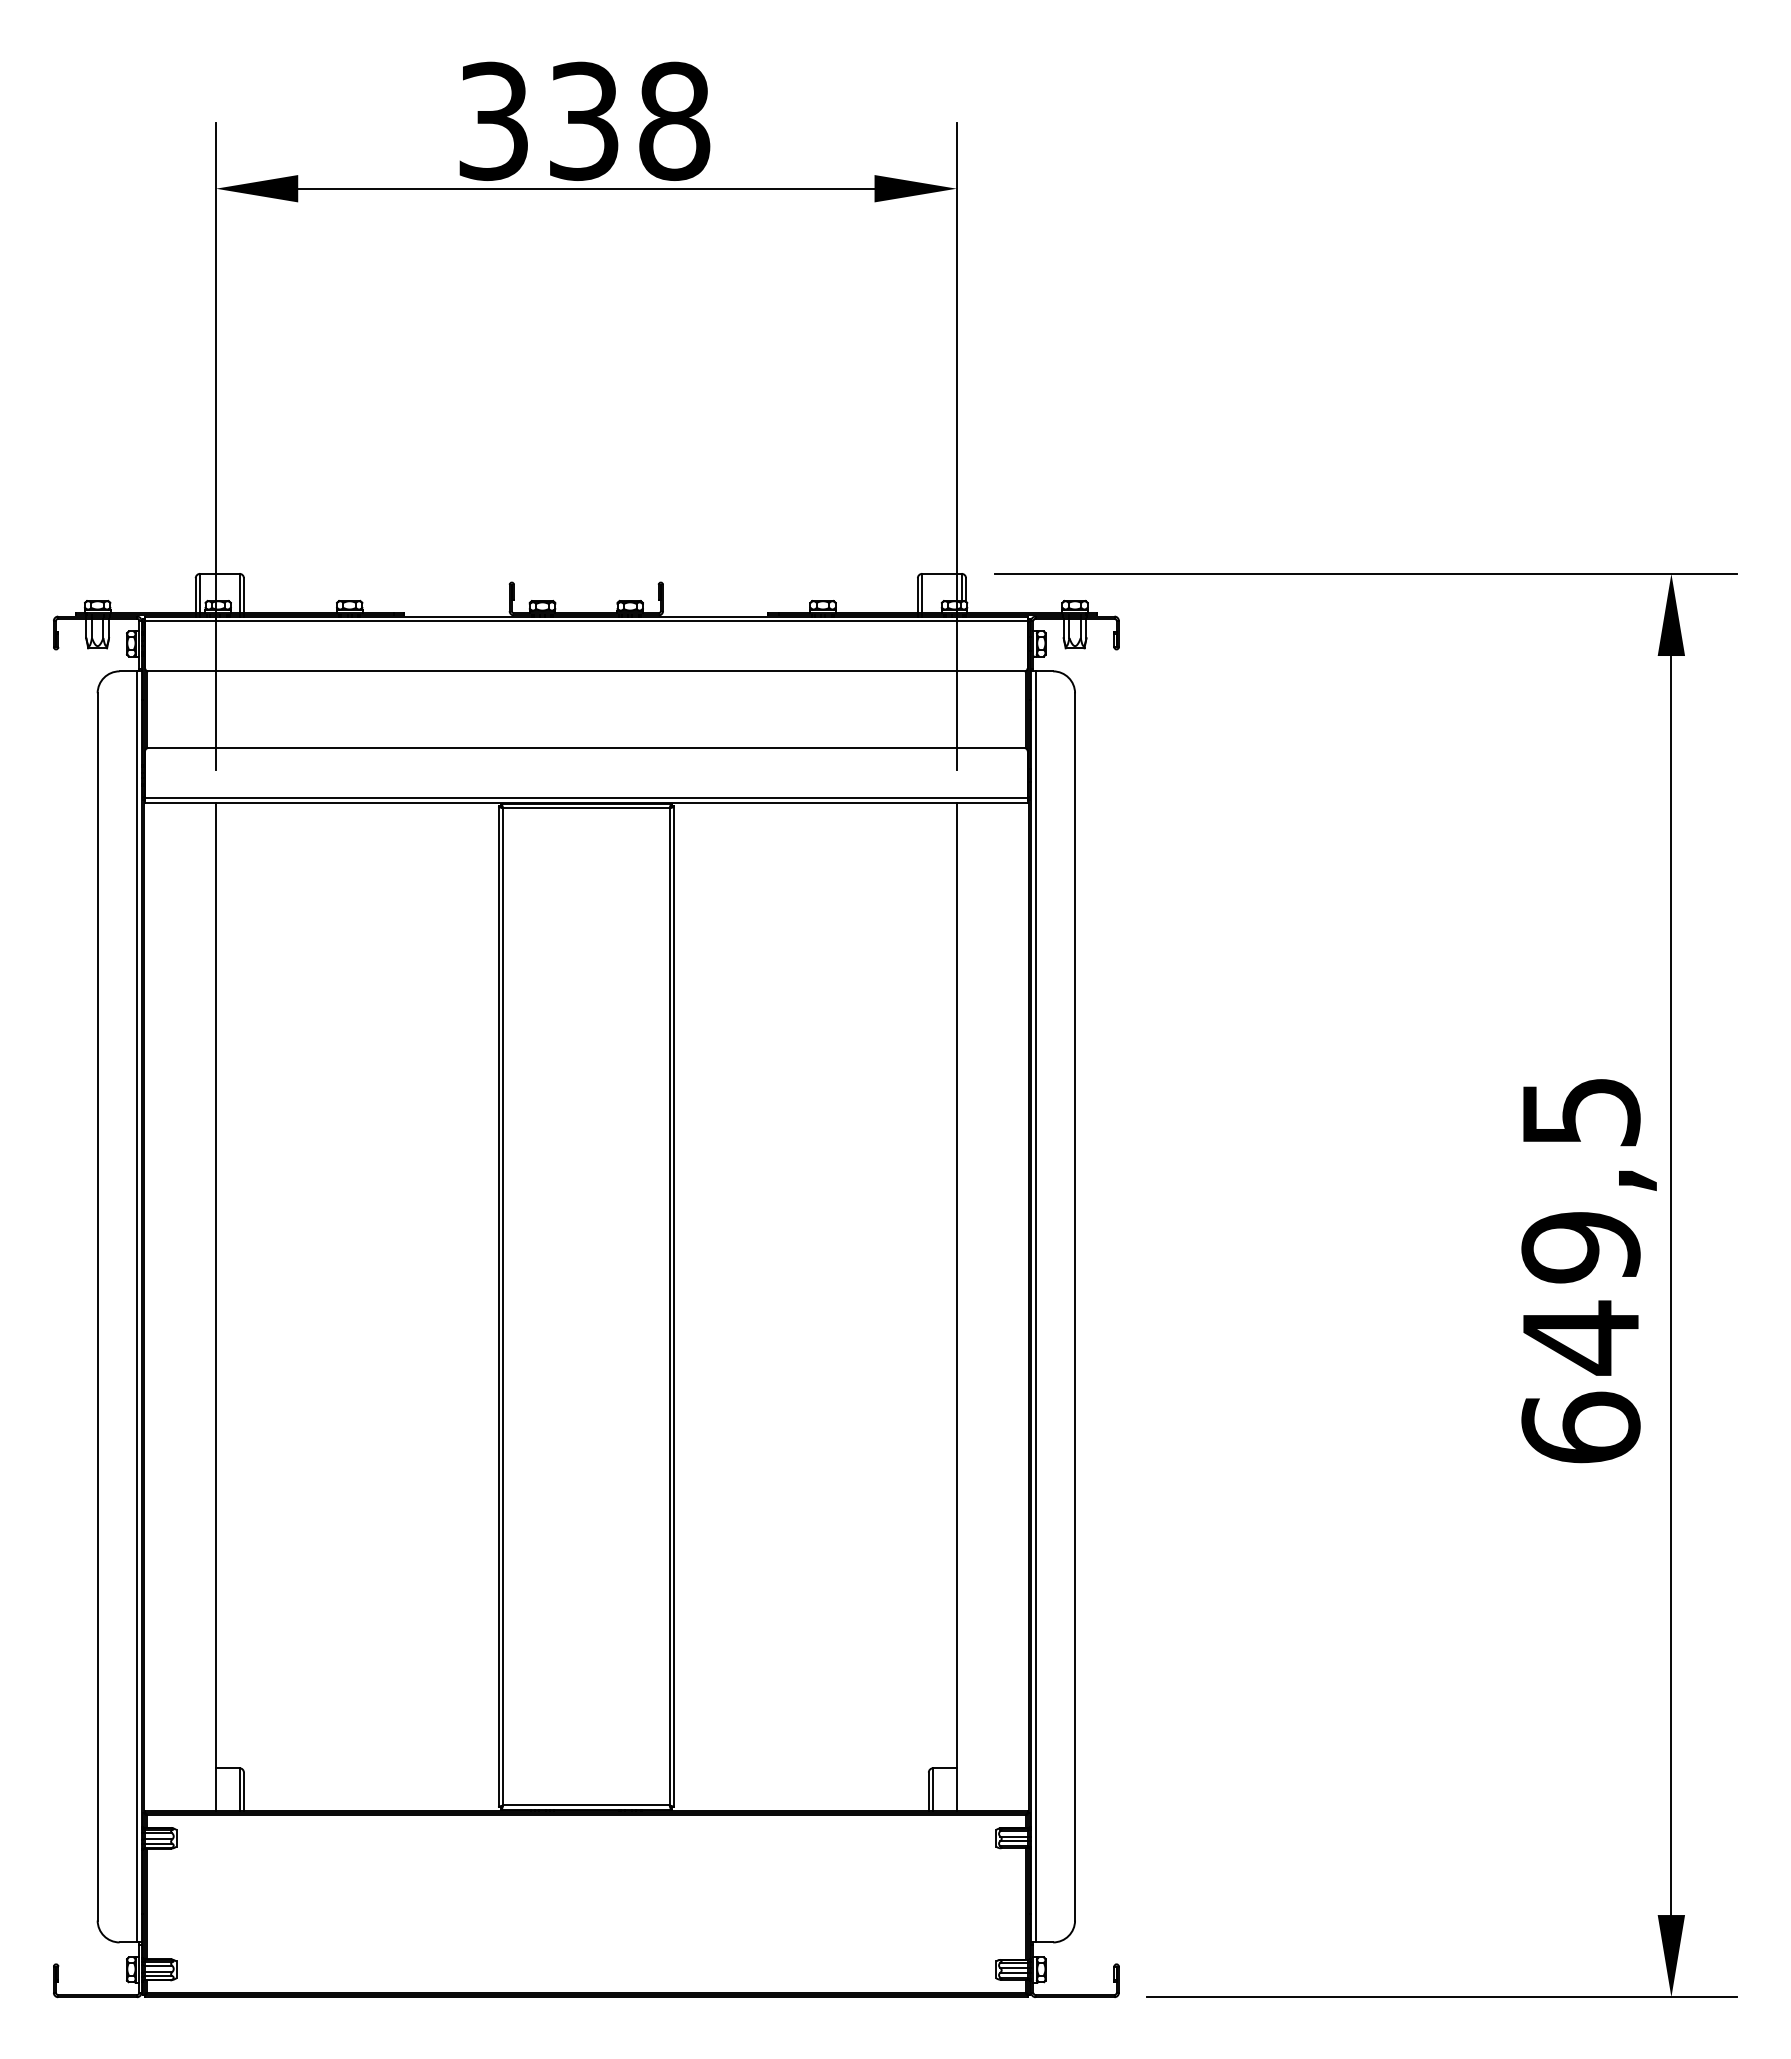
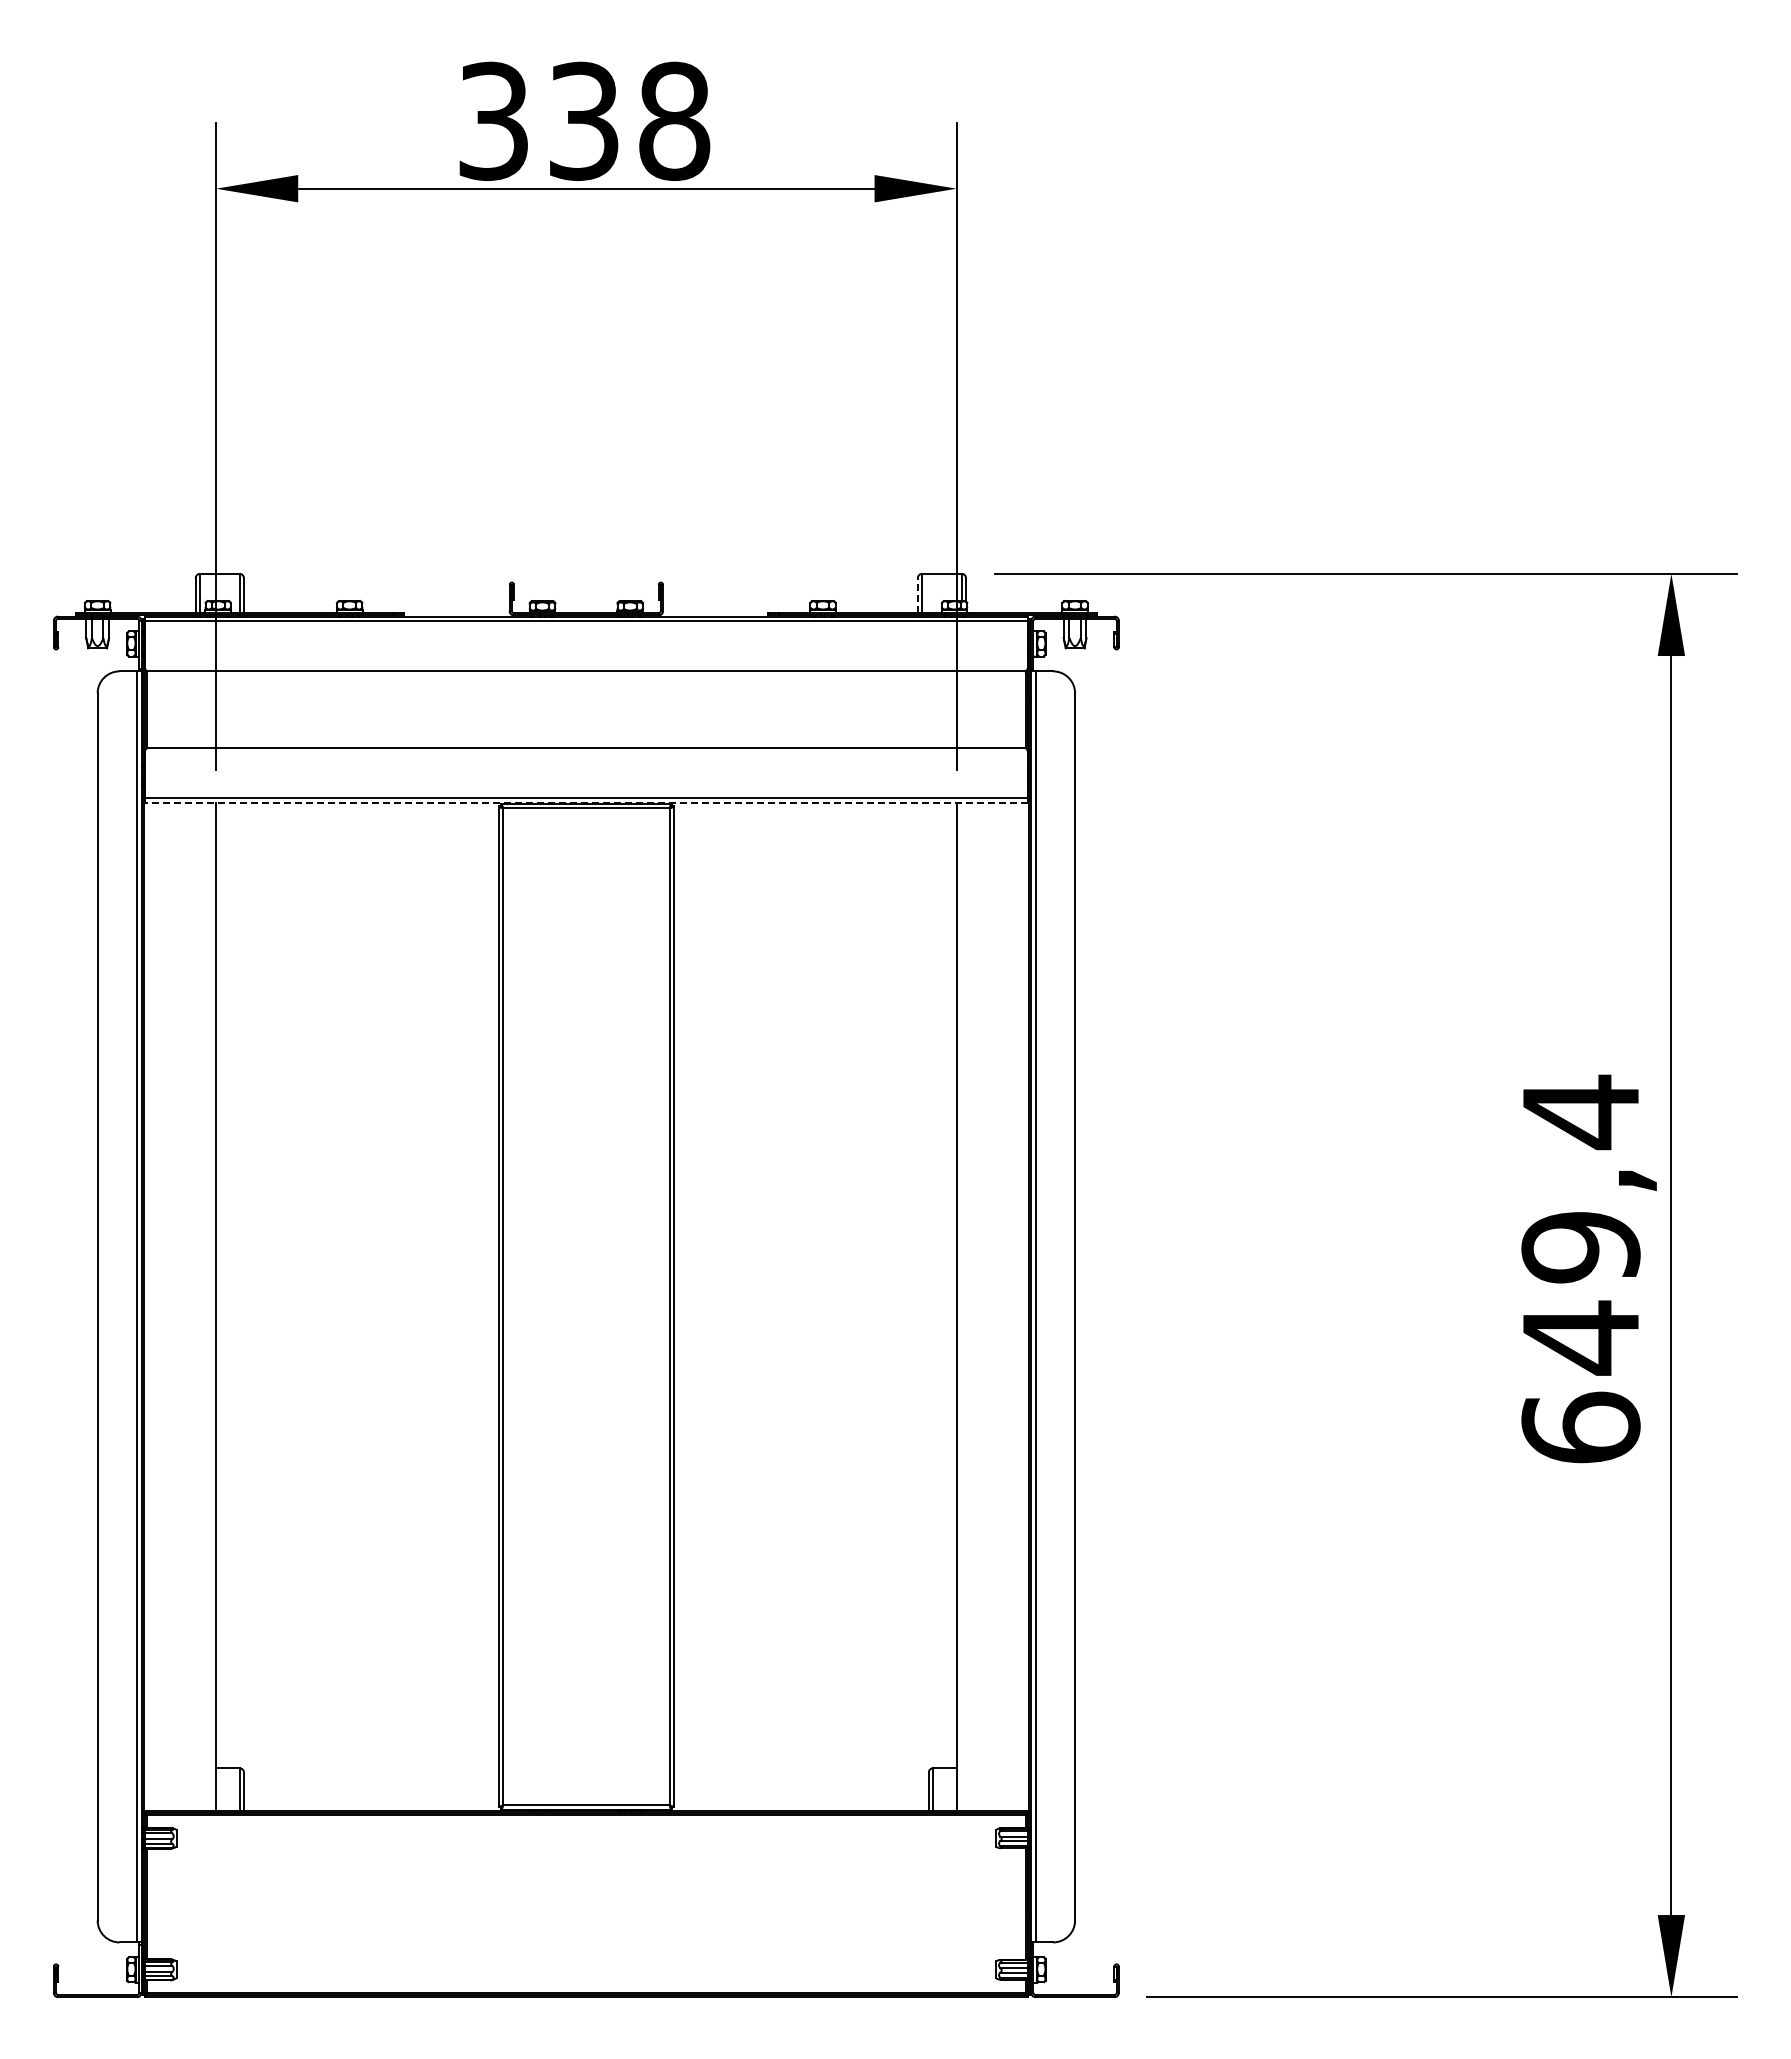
line at (917, 595): solid -> dashed
line at (585, 802): solid -> dashed
text at (1581, 1112): 649,5 -> 649,4
